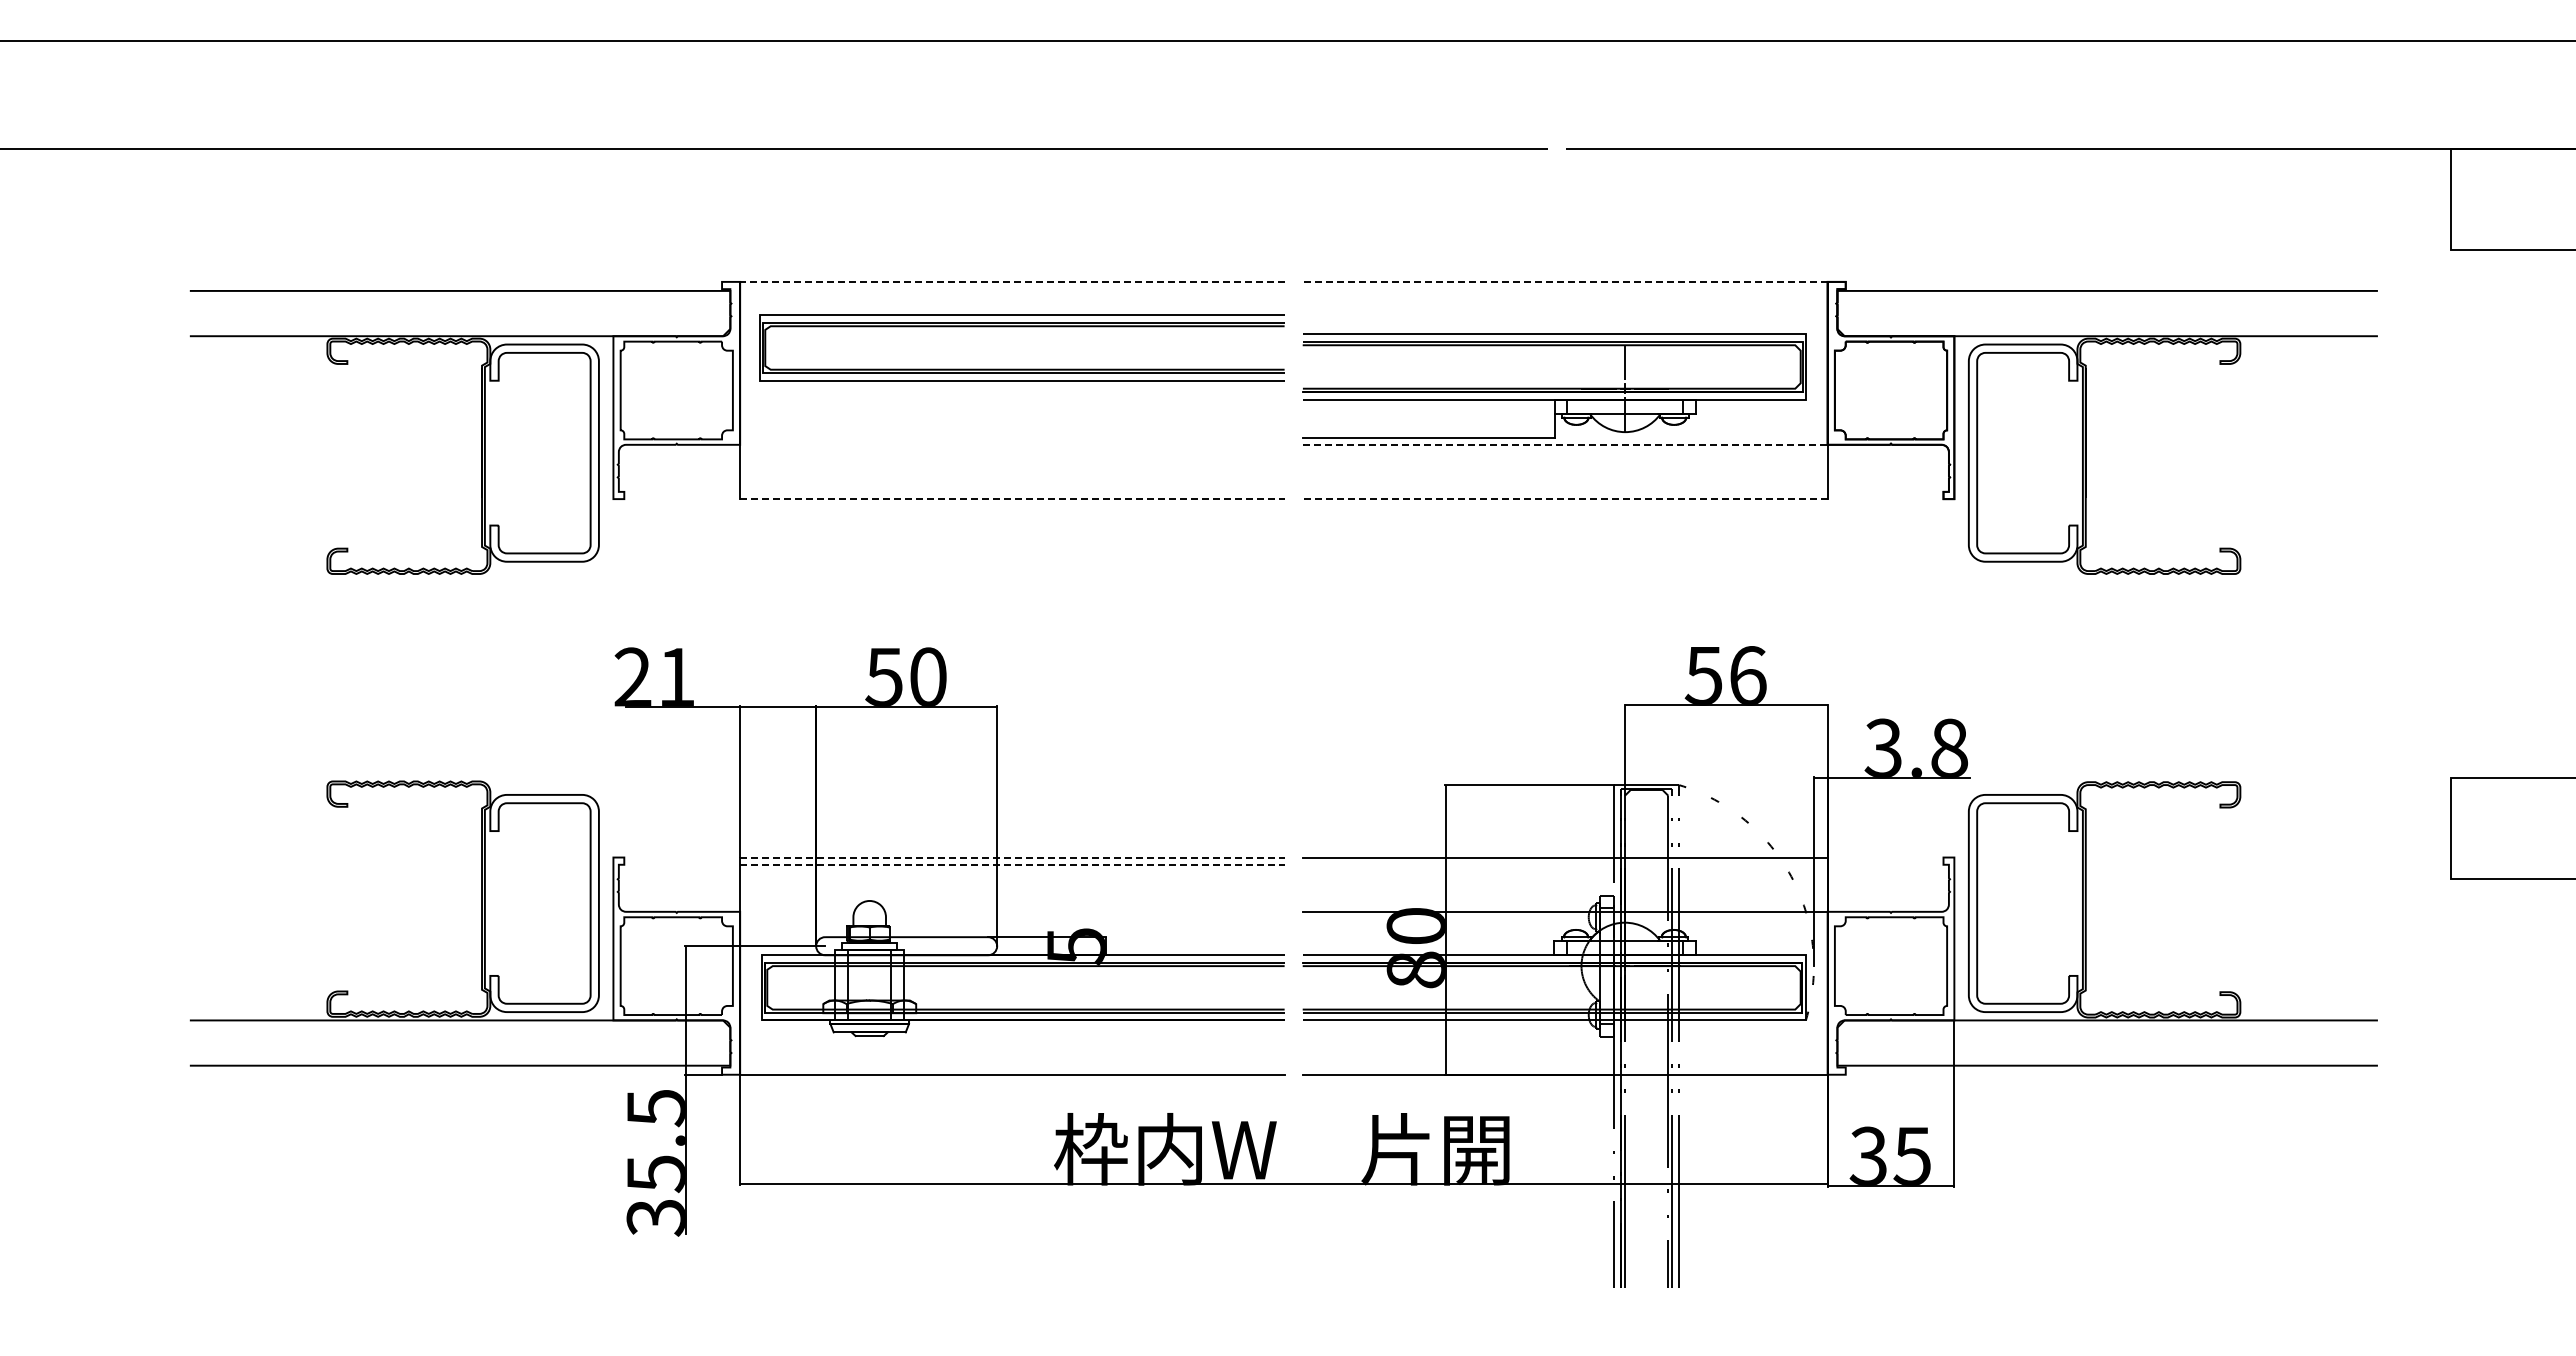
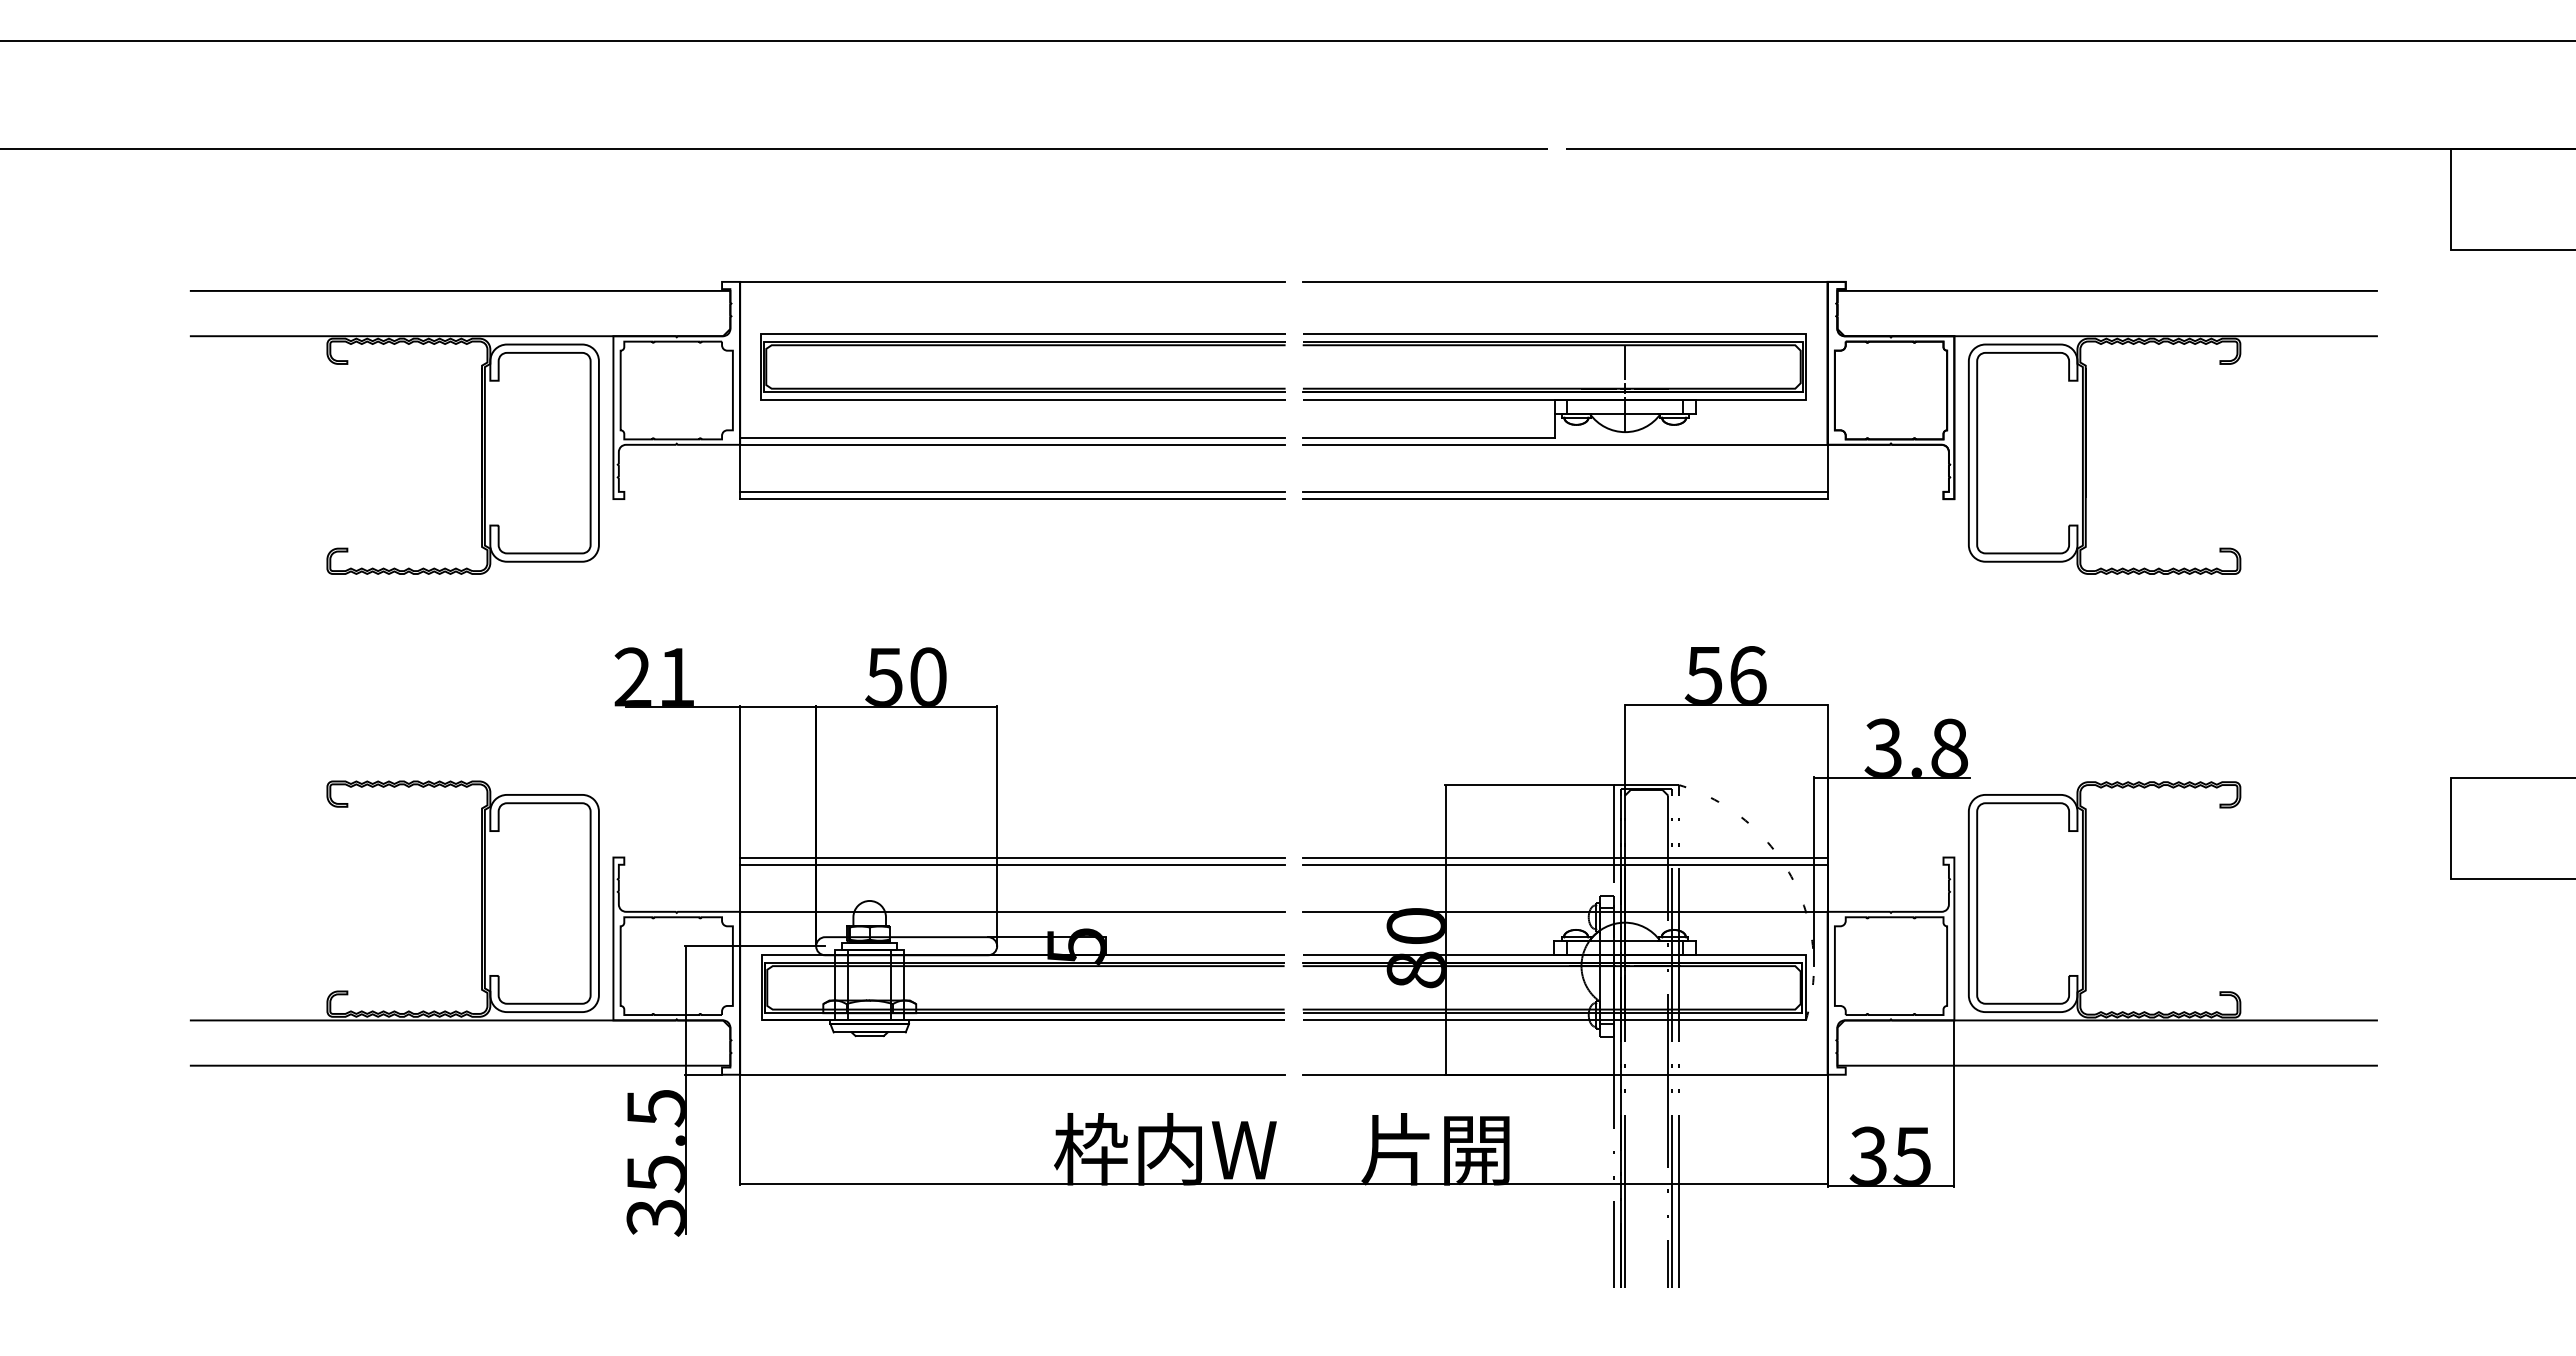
line at (1011, 281): dashed -> solid
line at (1564, 281): dashed -> solid
part at (1021, 327) position: (1021, 327) -> (1022, 346)
line at (1012, 437): none -> present
line at (1012, 444): none -> present
line at (1565, 444): dashed -> solid
line at (1012, 491): none -> present
line at (1564, 491): none -> present
line at (1012, 499): dashed -> solid
line at (1564, 499): dashed -> solid
line at (1012, 857): dashed -> solid
line at (1012, 864): dashed -> solid
line at (1564, 864): none -> present
line at (1012, 911): none -> present
